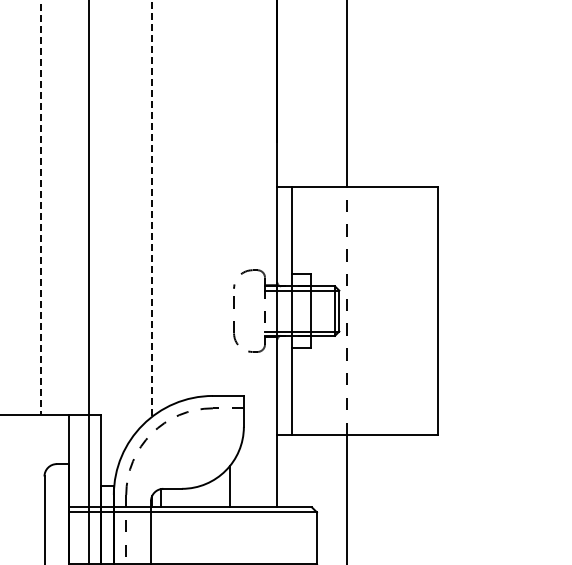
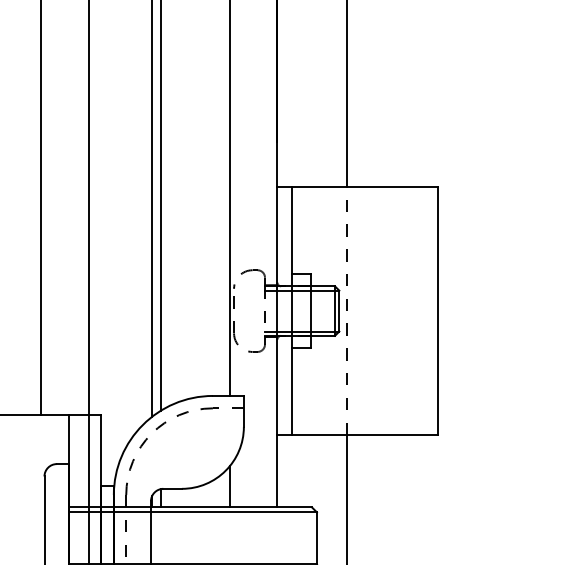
line at (229, 198): none -> present
line at (160, 206): none -> present
line at (41, 207): dashed -> solid
line at (152, 208): dashed -> solid
